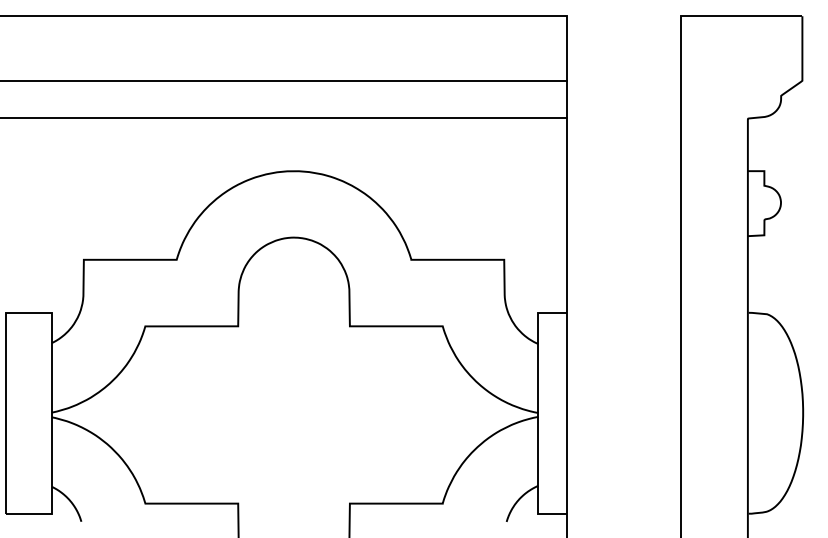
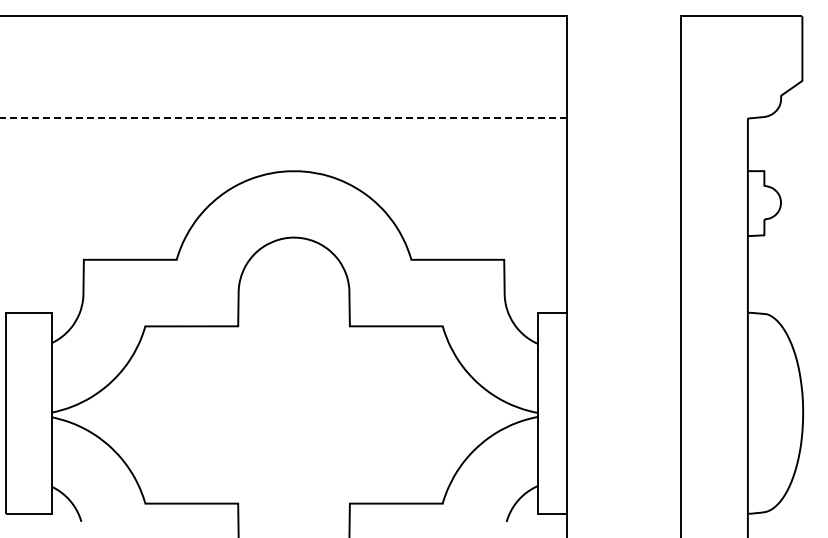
line at (284, 80): present -> none
line at (283, 118): solid -> dashed
